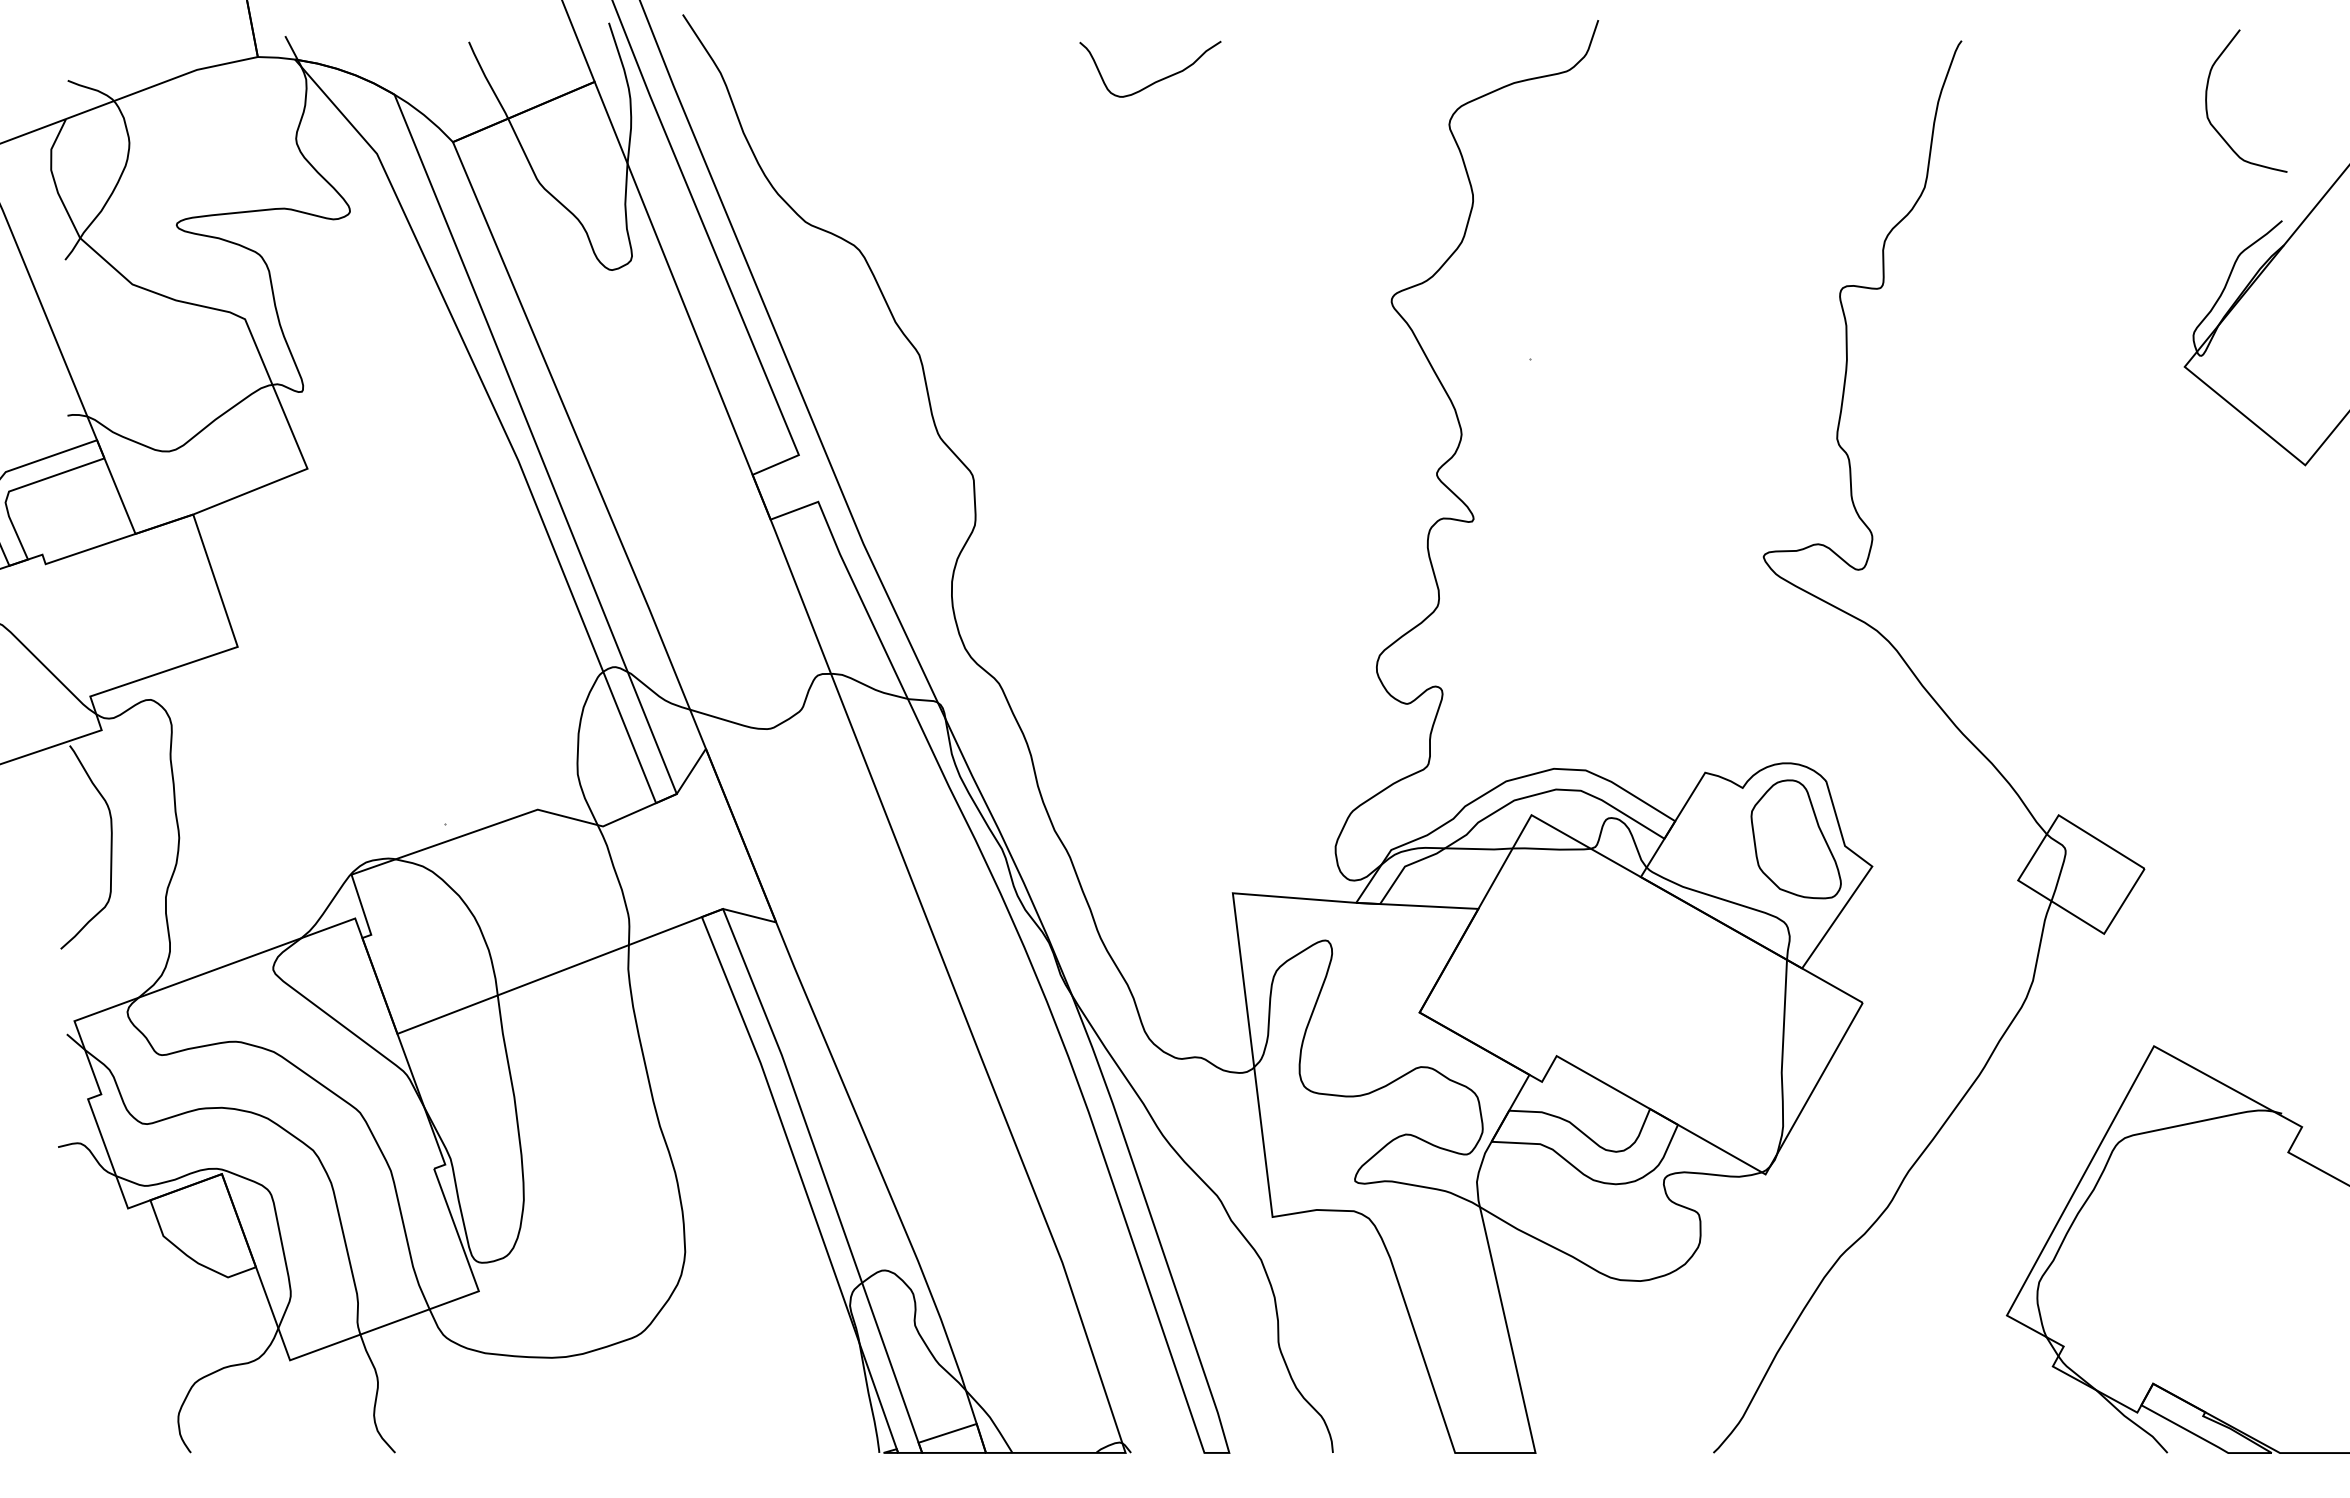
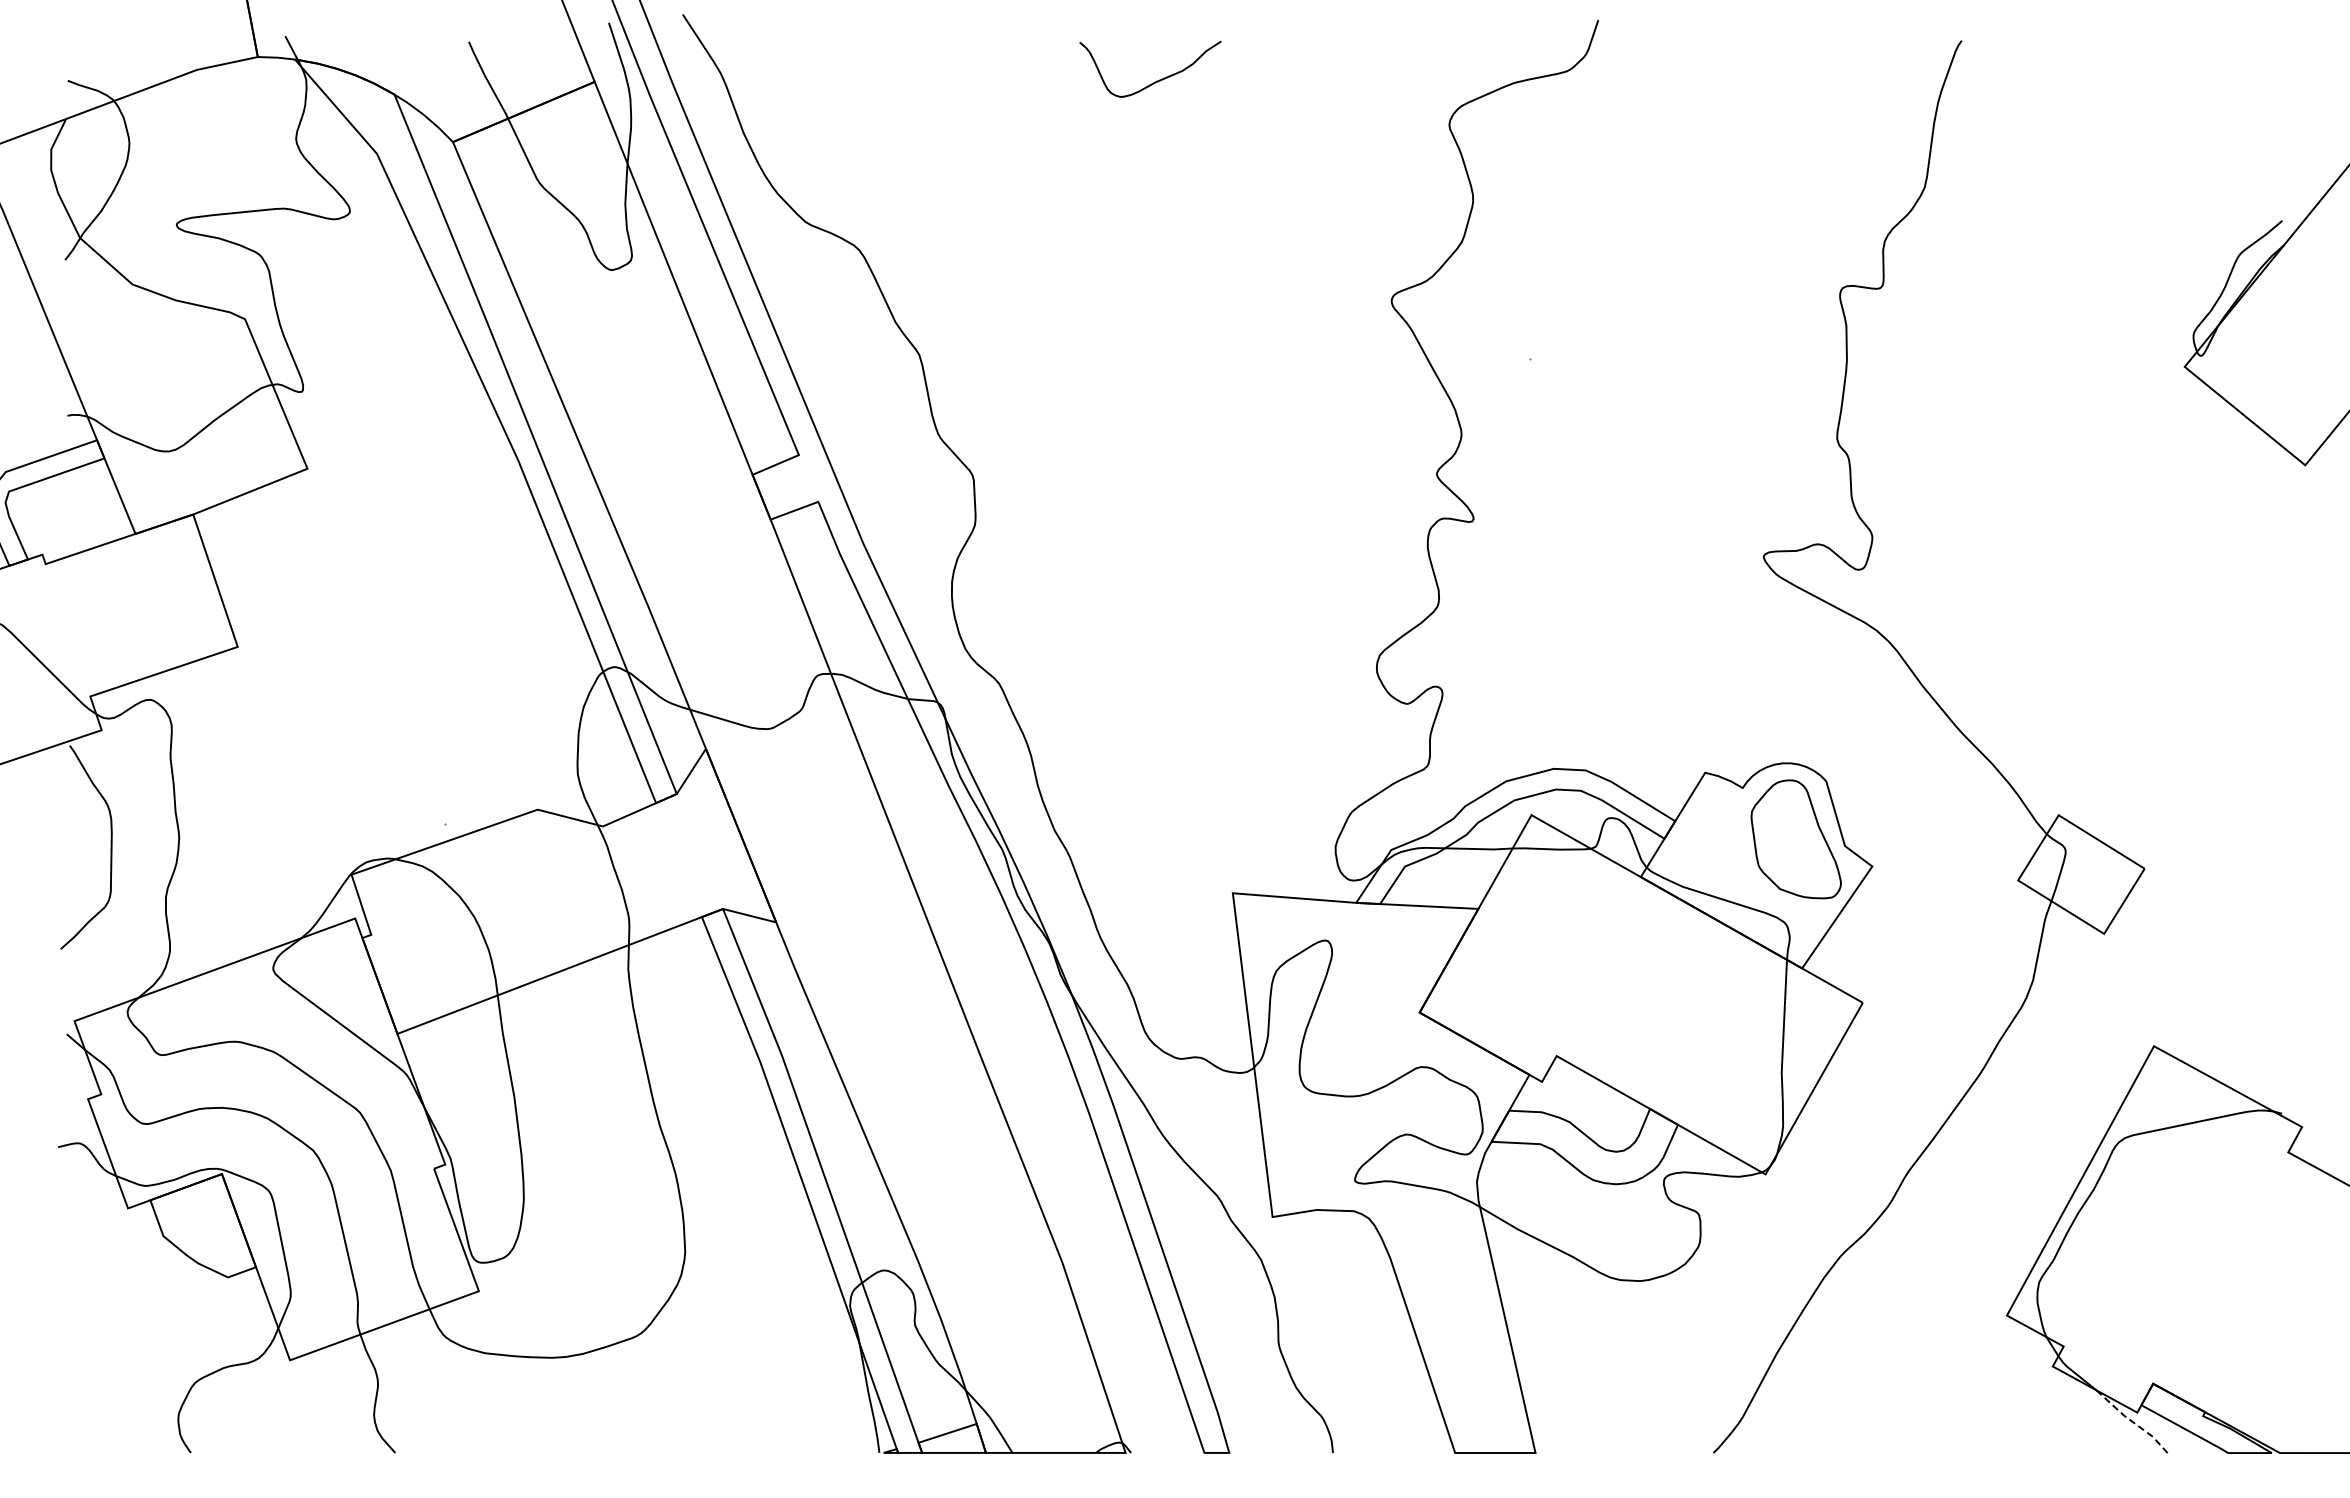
curve at (2207, 102): present -> none
line at (2132, 1421): solid -> dashed
